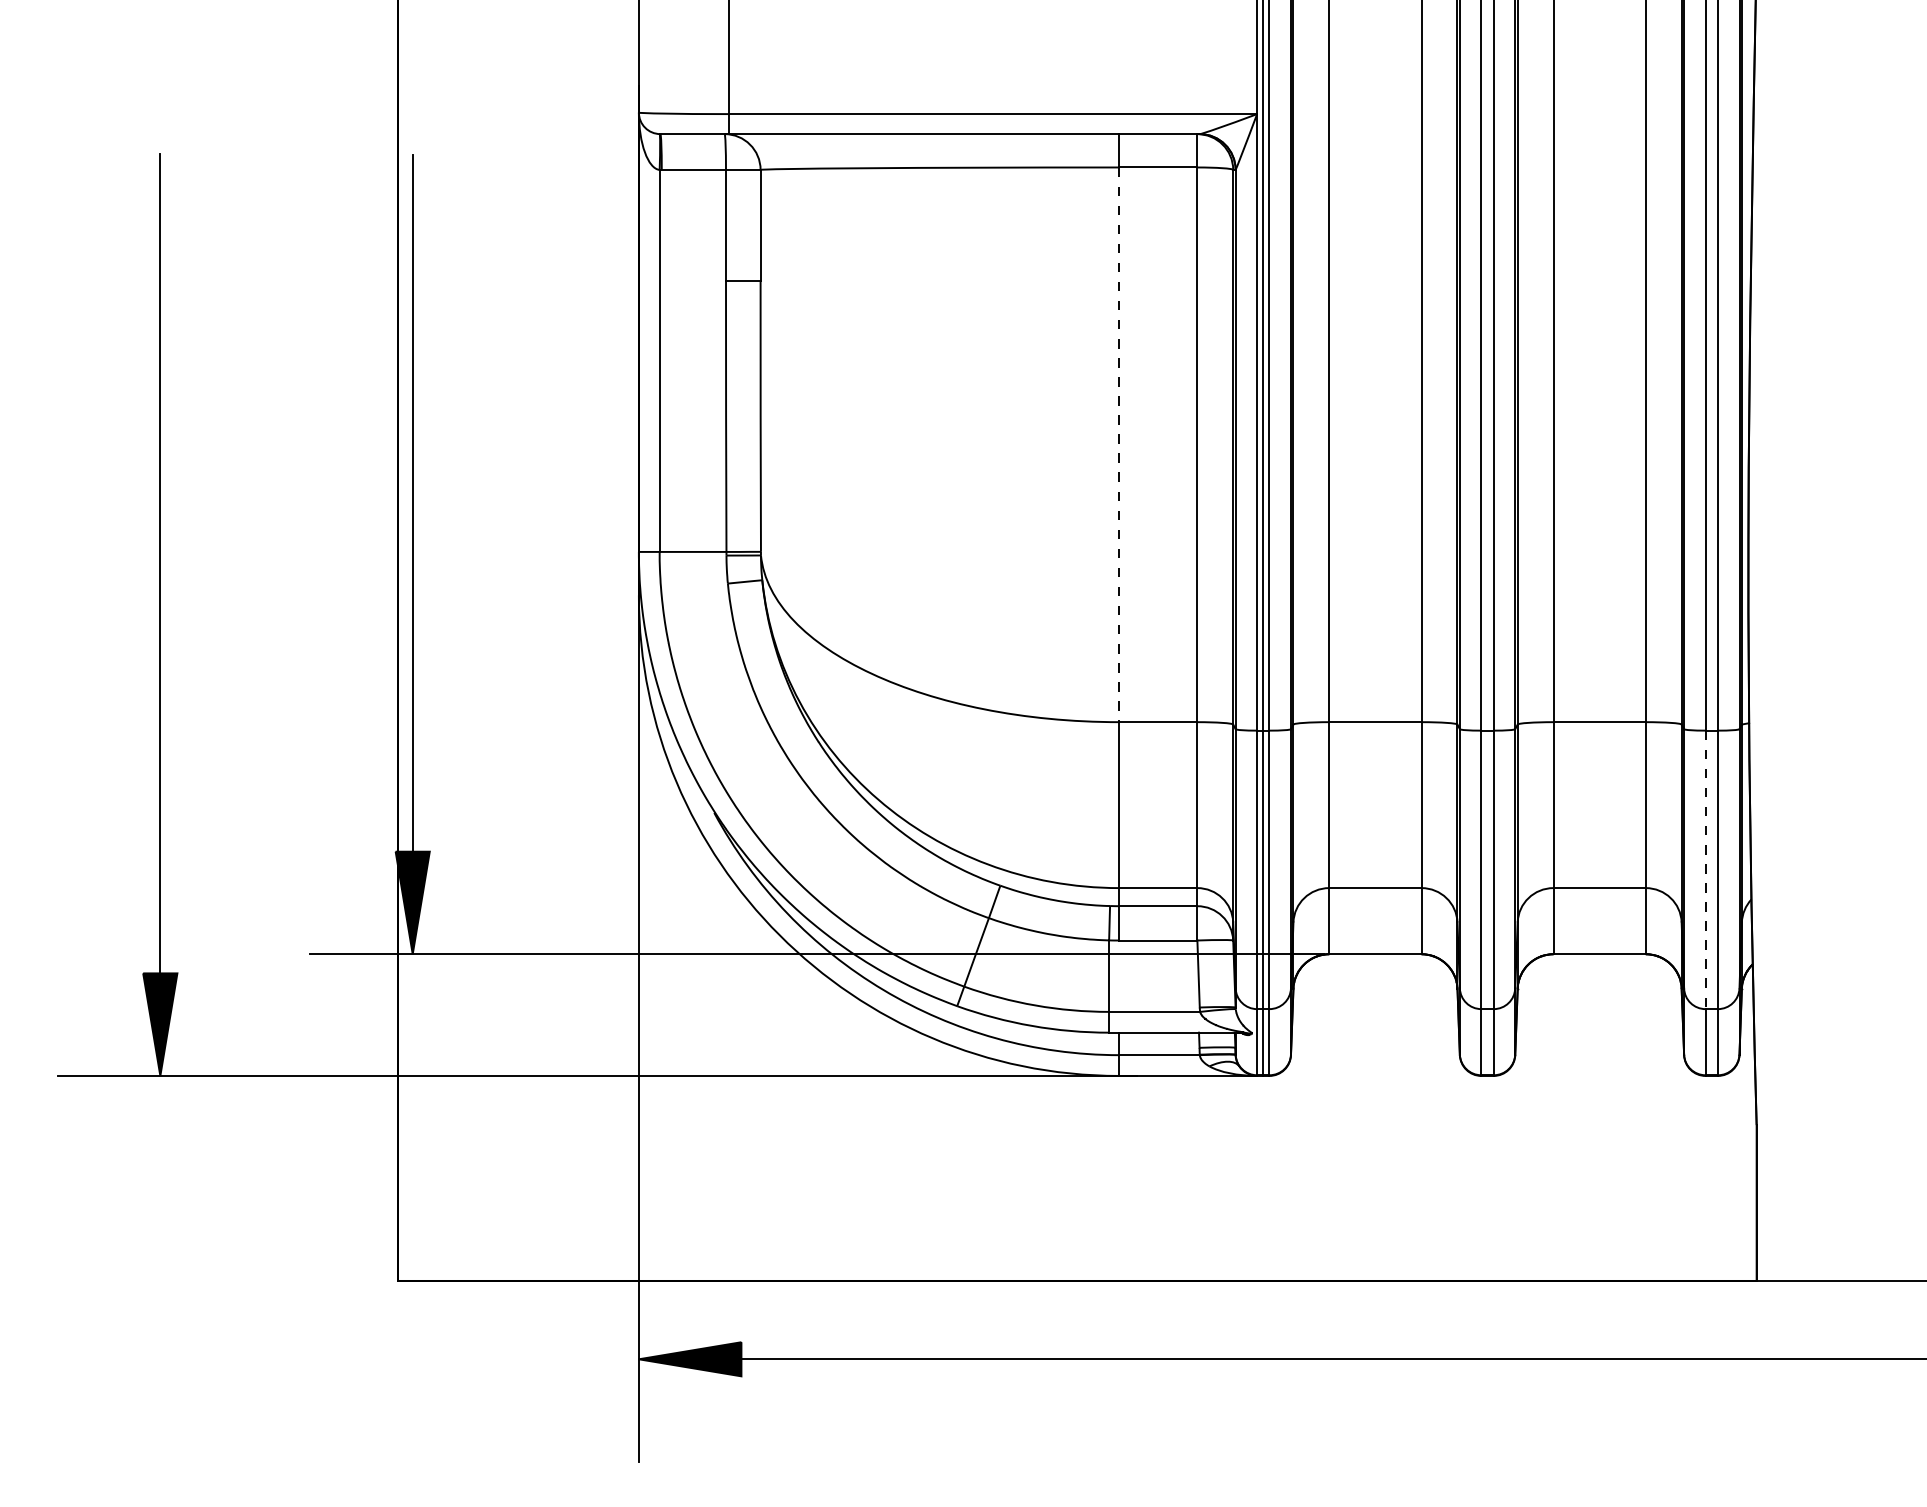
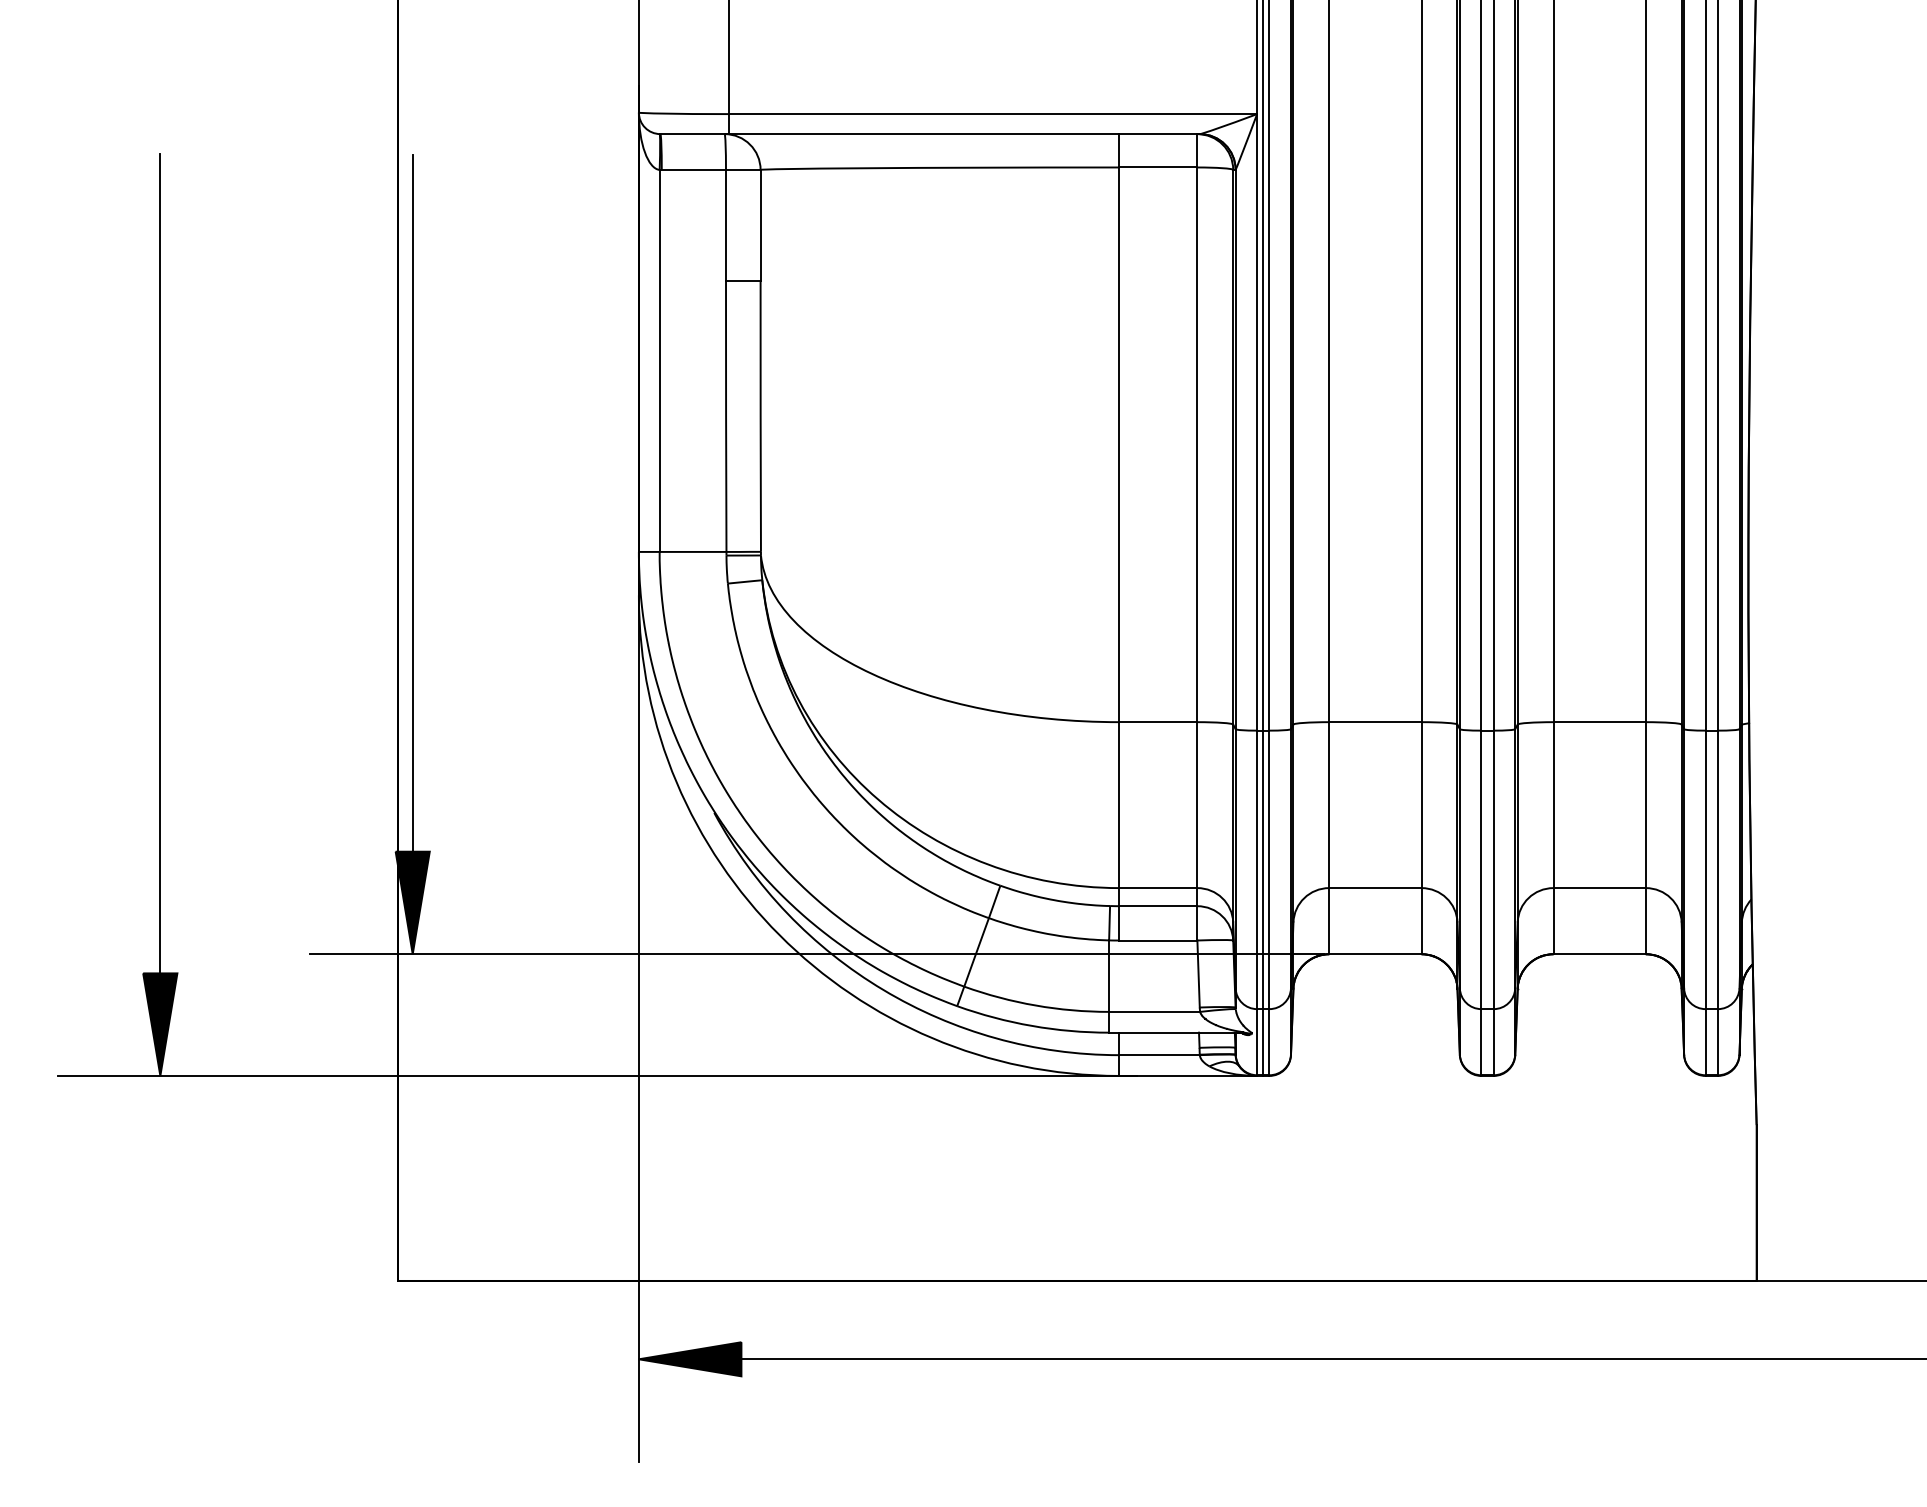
line at (1119, 445): dashed -> solid
line at (1705, 870): dashed -> solid
